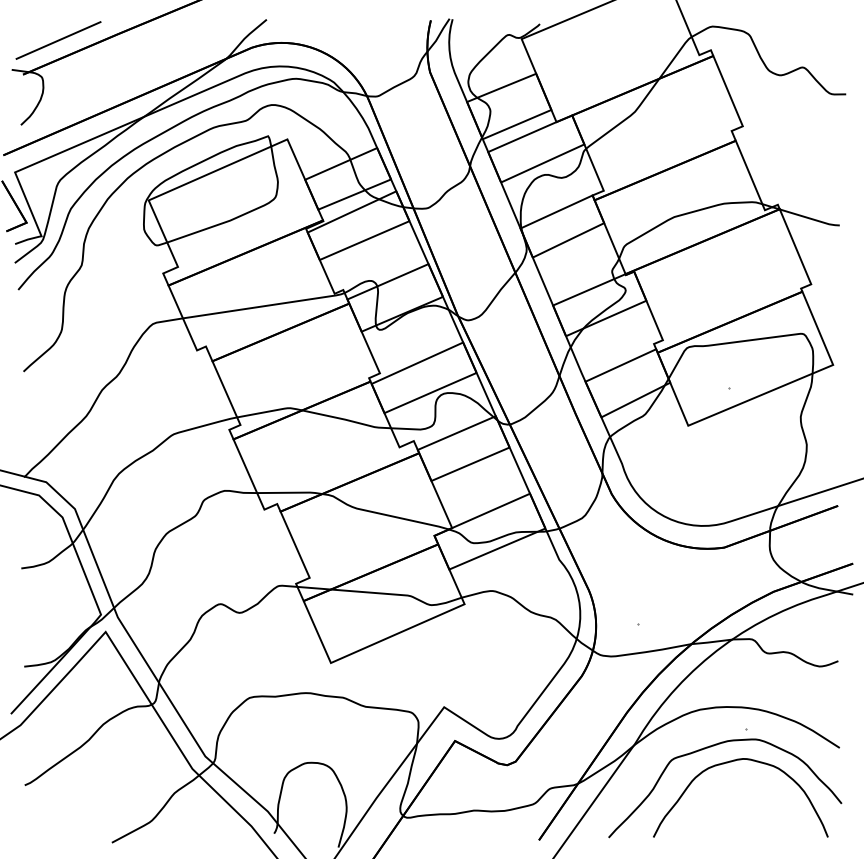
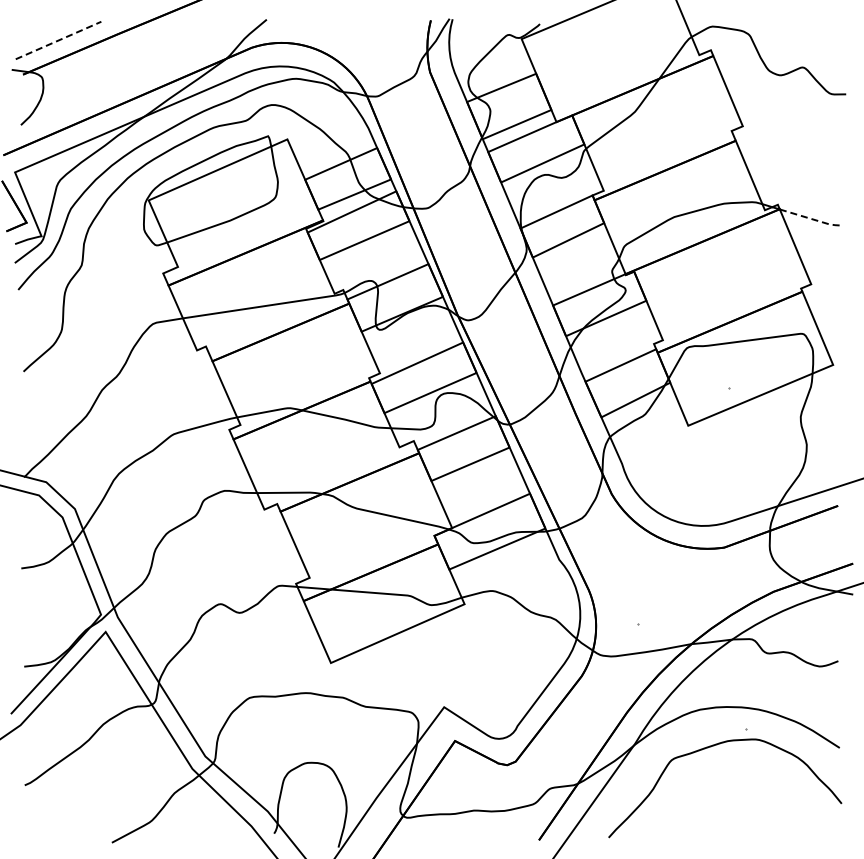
line at (58, 40): solid -> dashed
line at (811, 218): solid -> dashed
curve at (731, 762): present -> none
